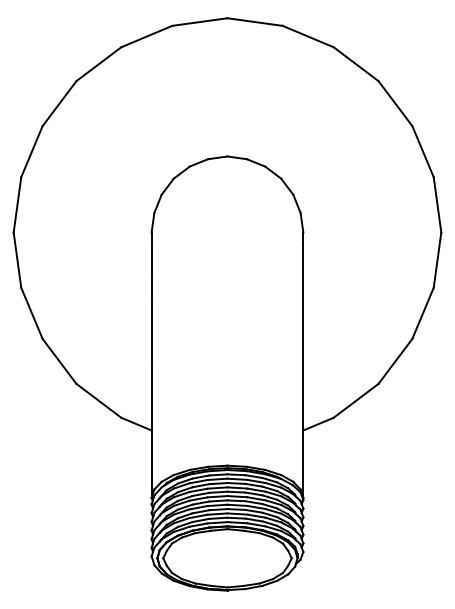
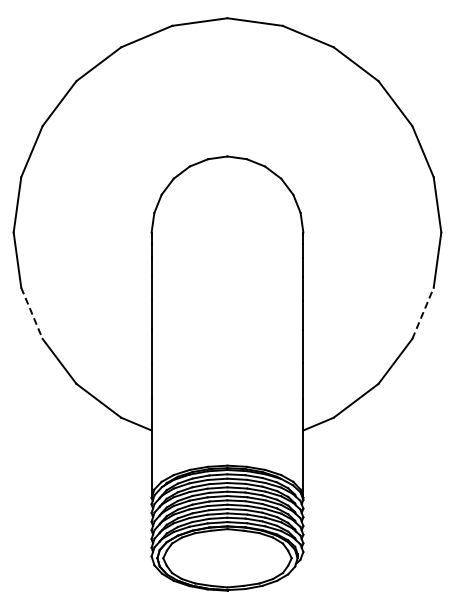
line at (31, 313): solid -> dashed
line at (423, 313): solid -> dashed
